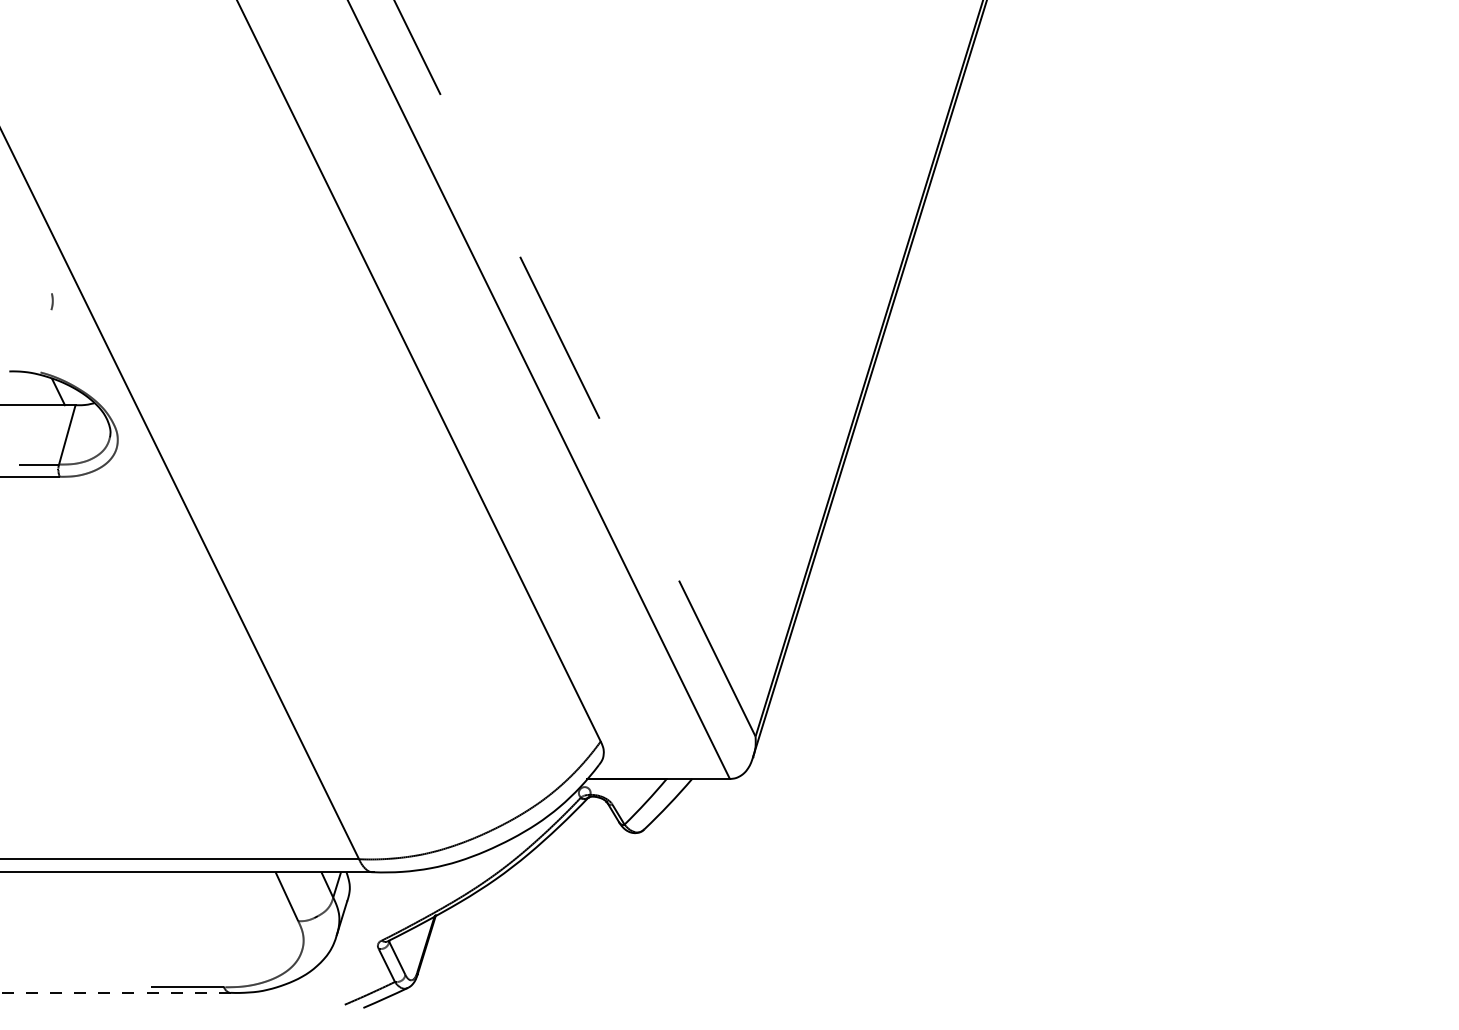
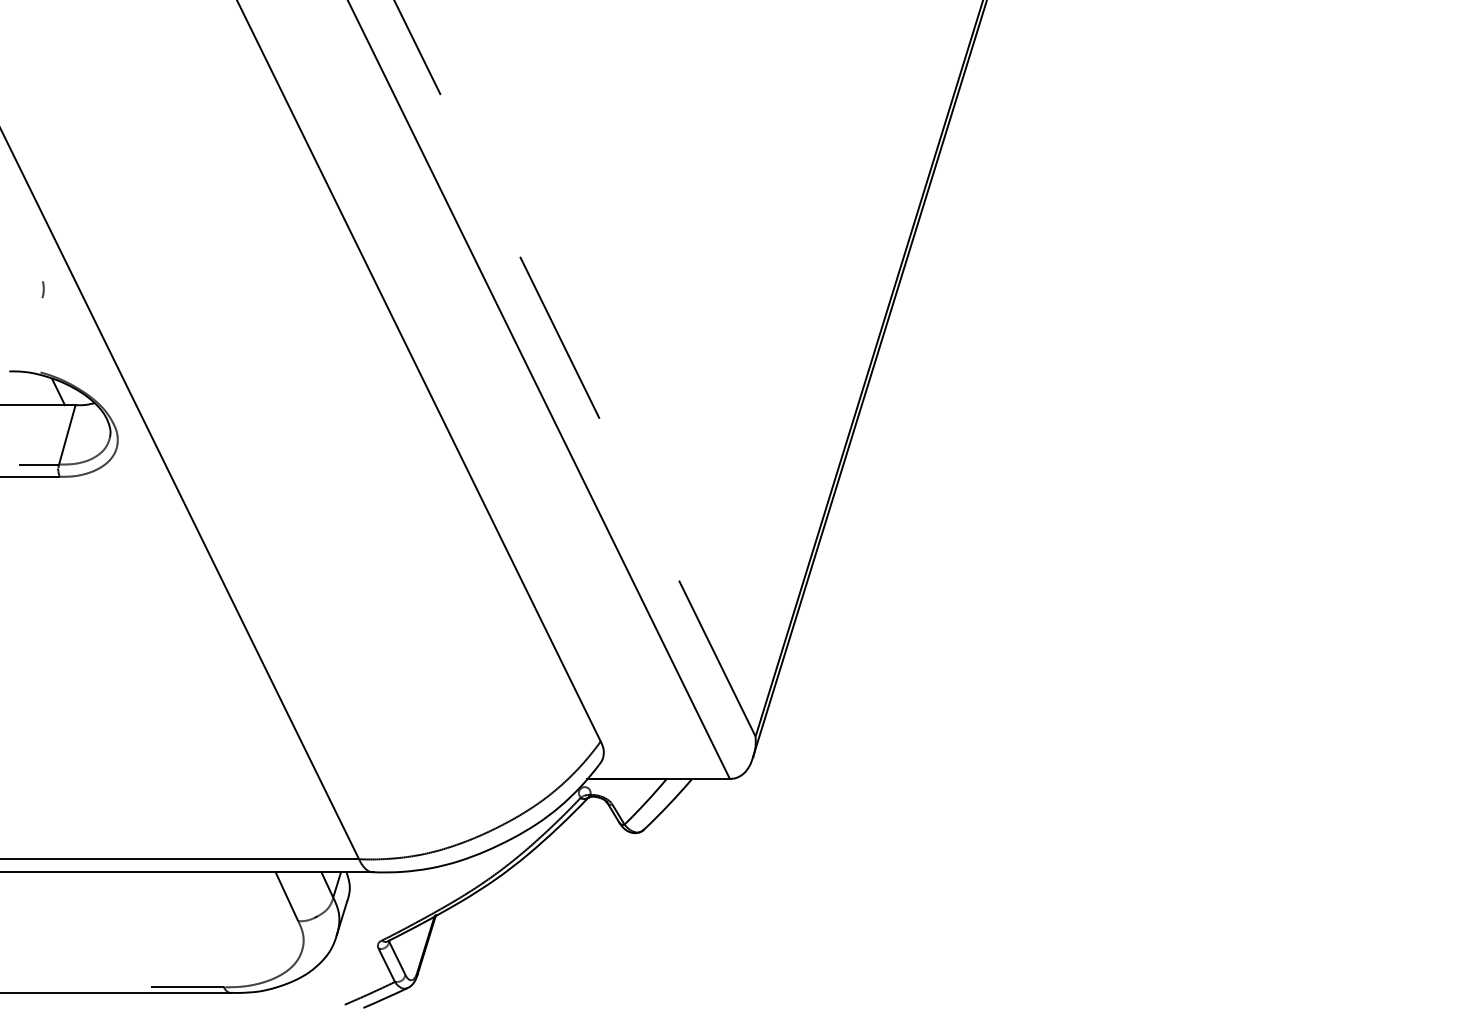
line at (51, 301) position: (51, 301) -> (42, 289)
line at (115, 992): dashed -> solid
